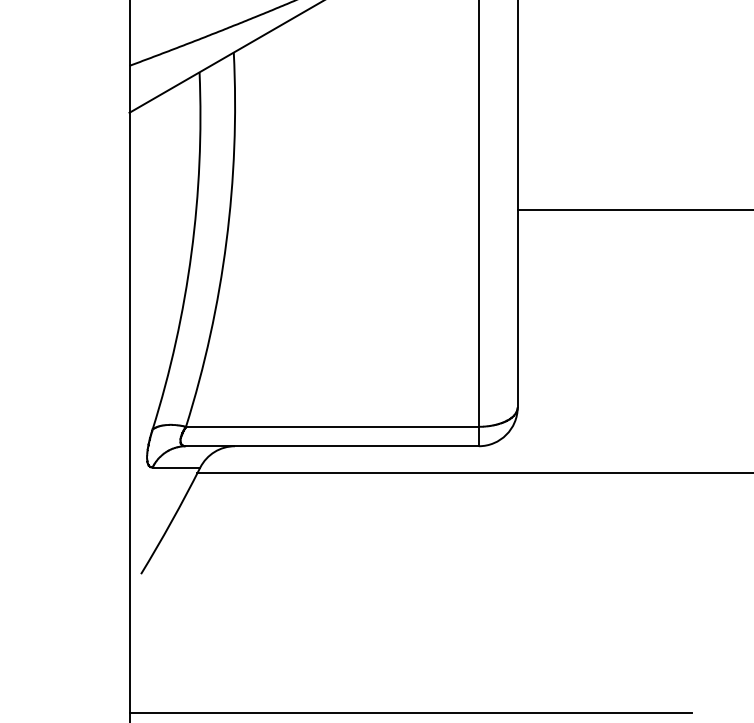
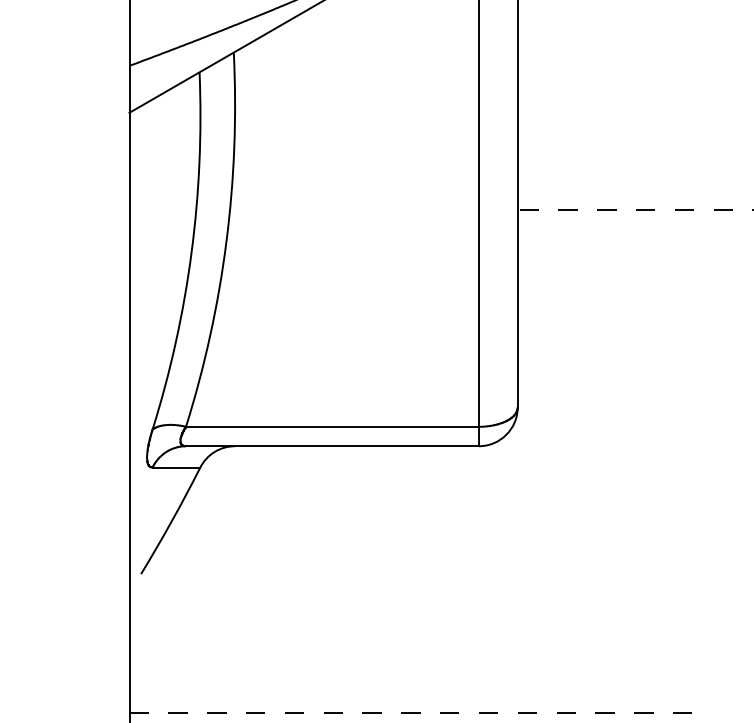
line at (635, 209): solid -> dashed
line at (473, 473): present -> none
line at (411, 713): solid -> dashed
